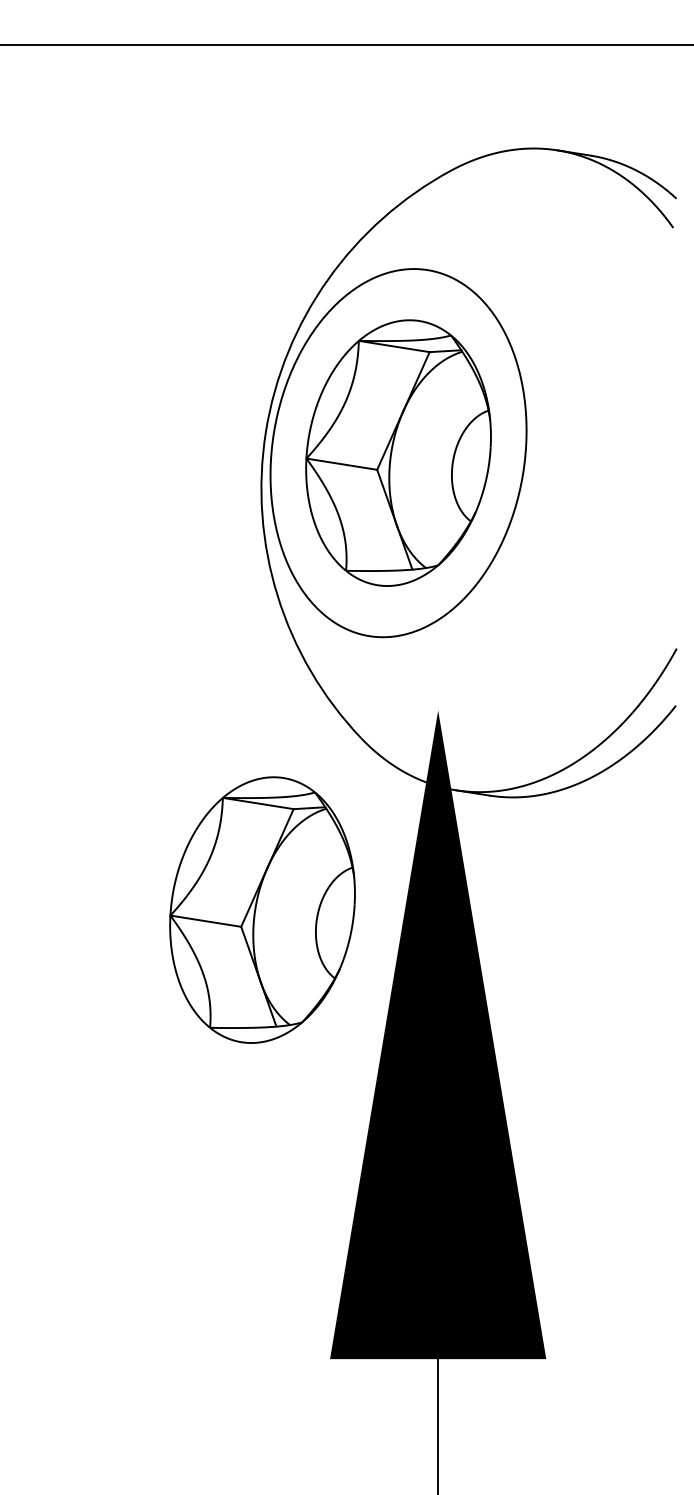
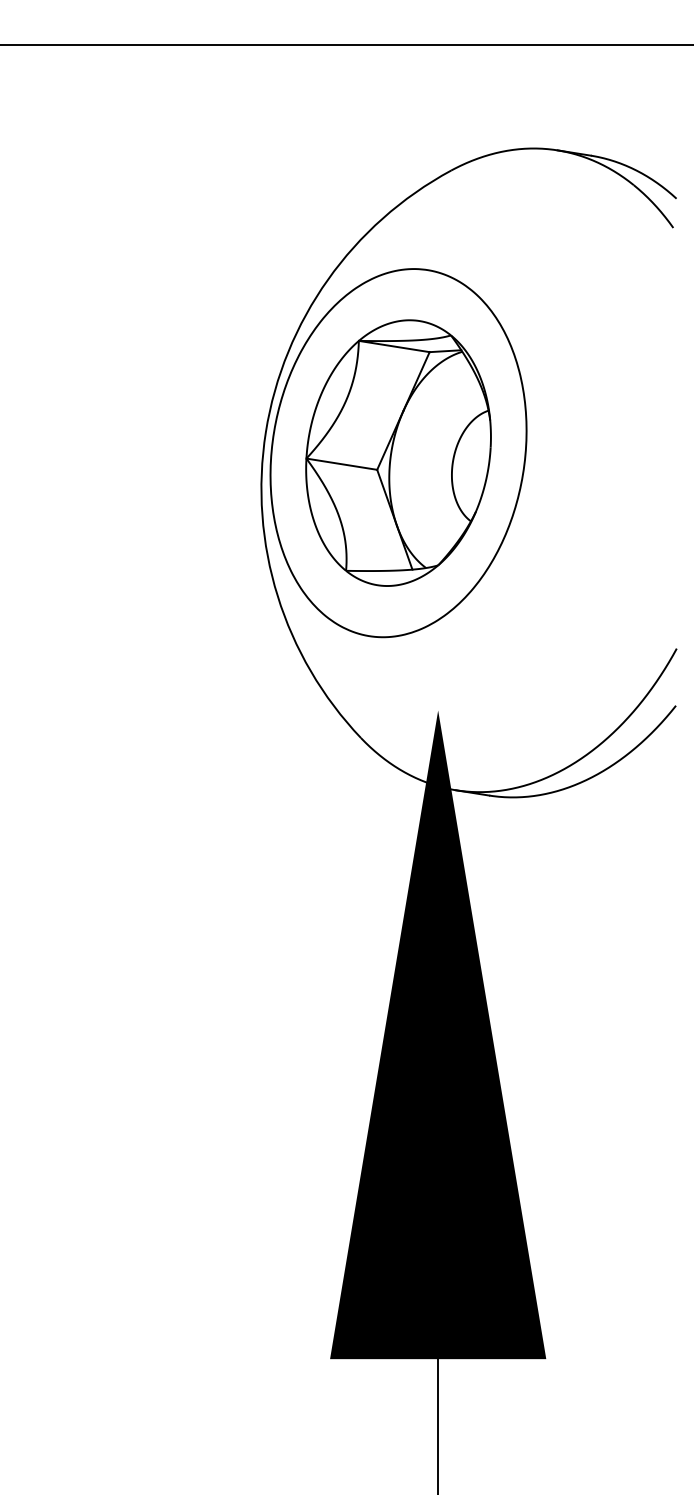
part at (262, 909): present -> none
